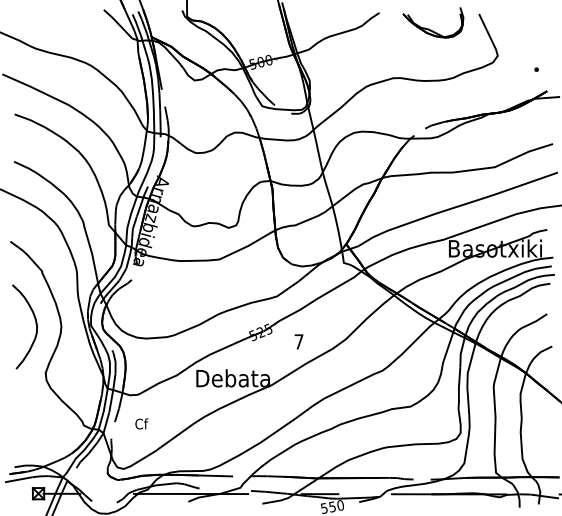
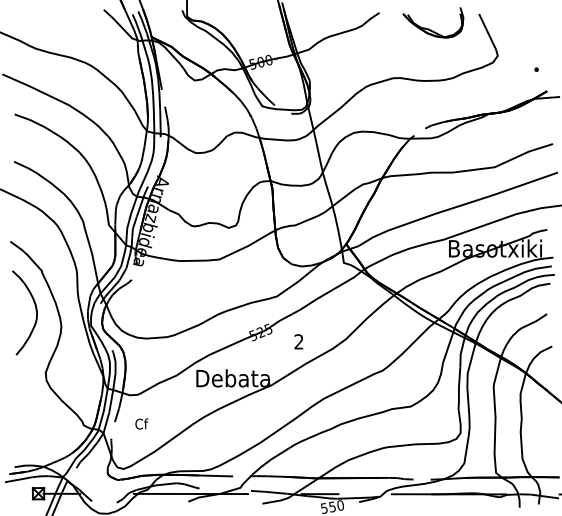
curve at (35, 324) position: (35, 324) -> (35, 310)
text at (298, 341): 7 -> 2
